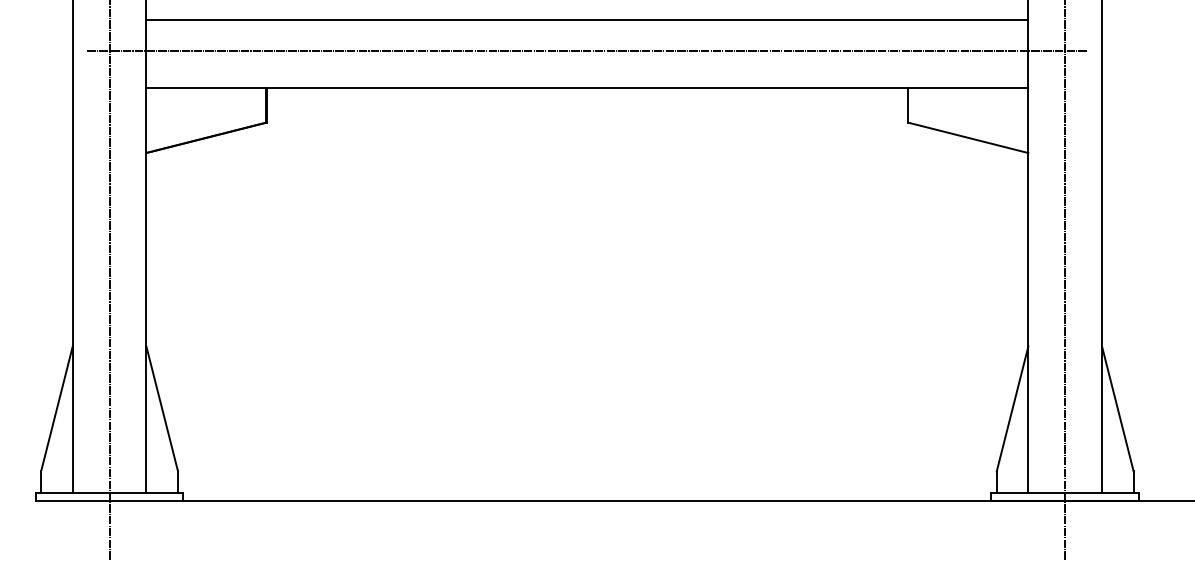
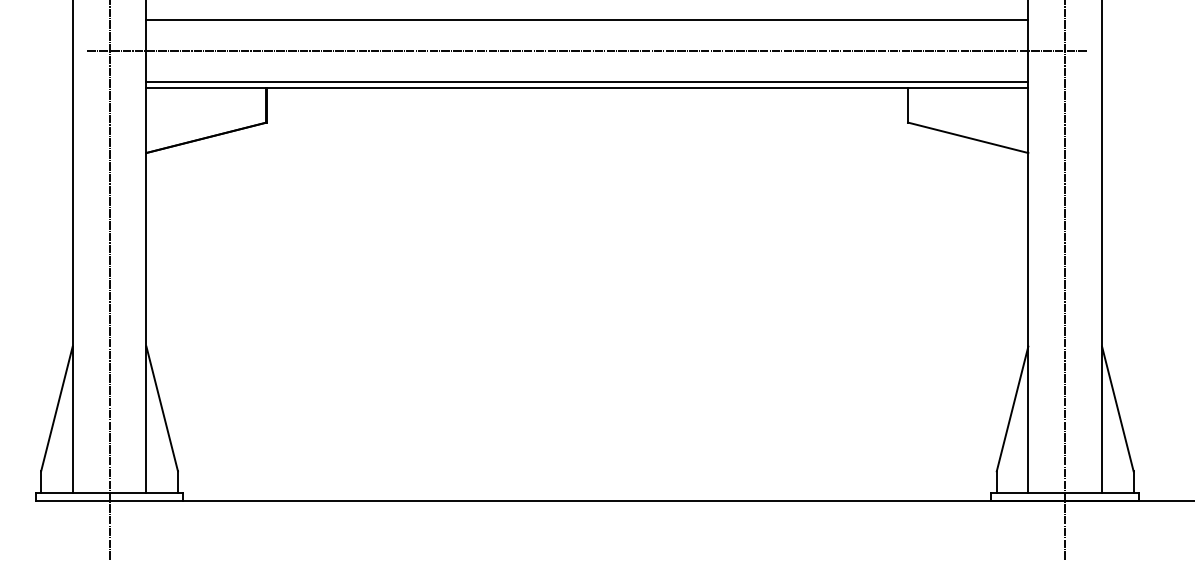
line at (587, 82): none -> present
